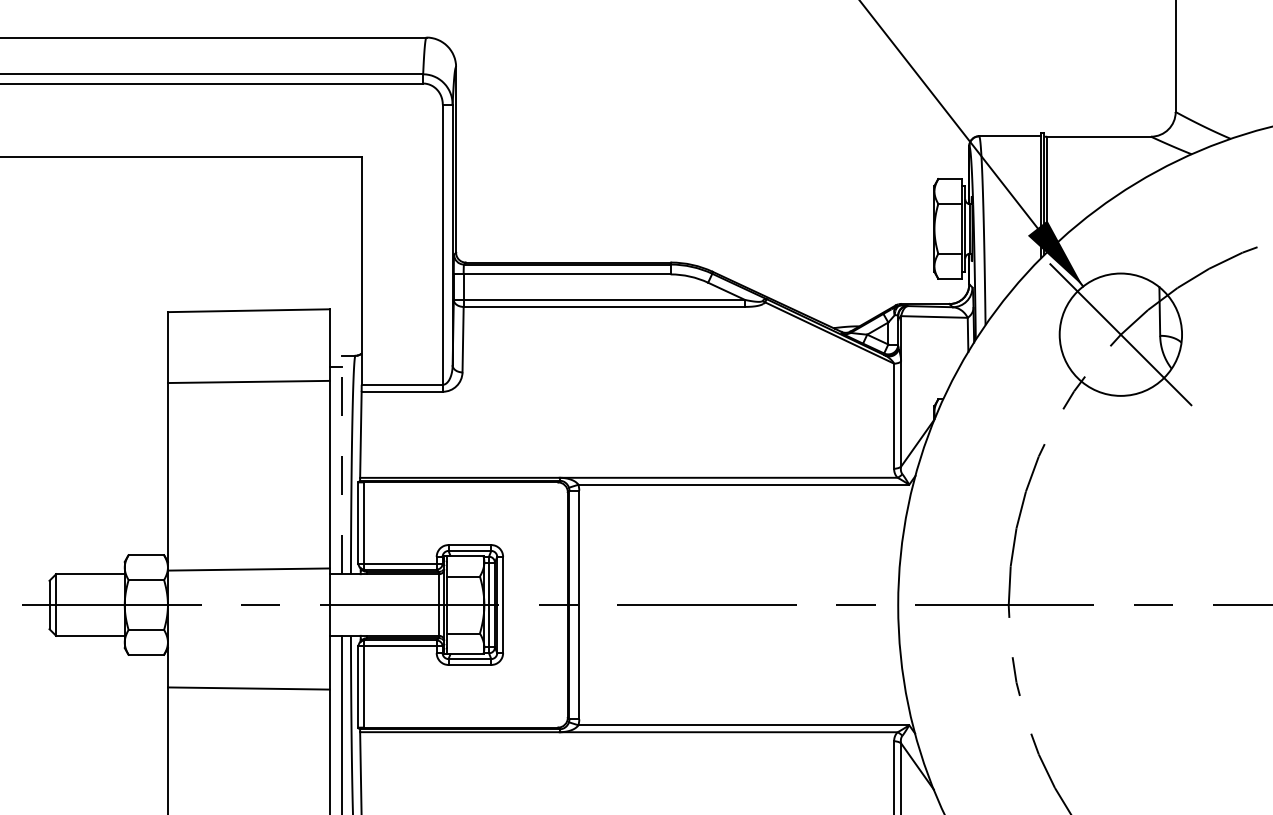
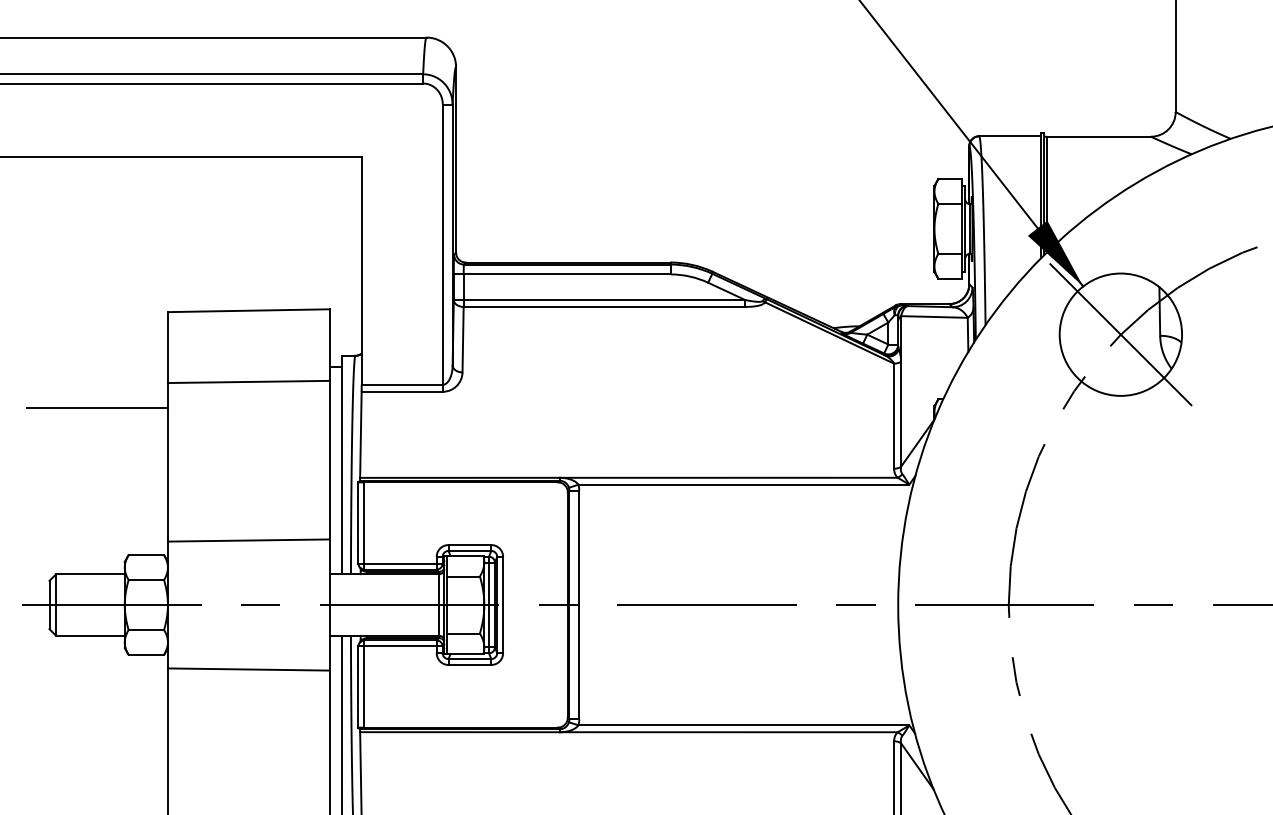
line at (96, 408): none -> present
line at (341, 464): dashed -> solid
line at (248, 569) position: (248, 569) -> (248, 540)
line at (248, 688) position: (248, 688) -> (248, 669)
